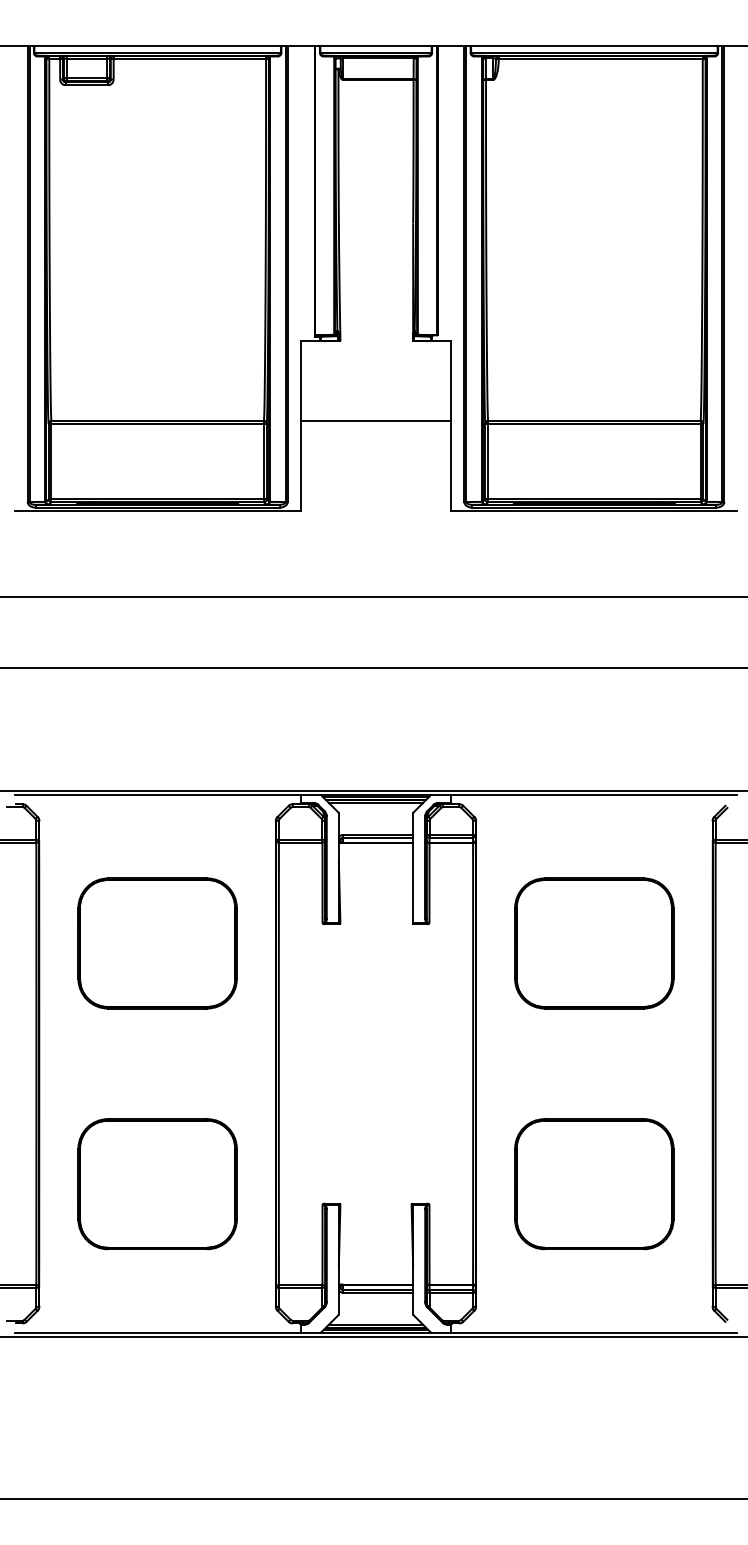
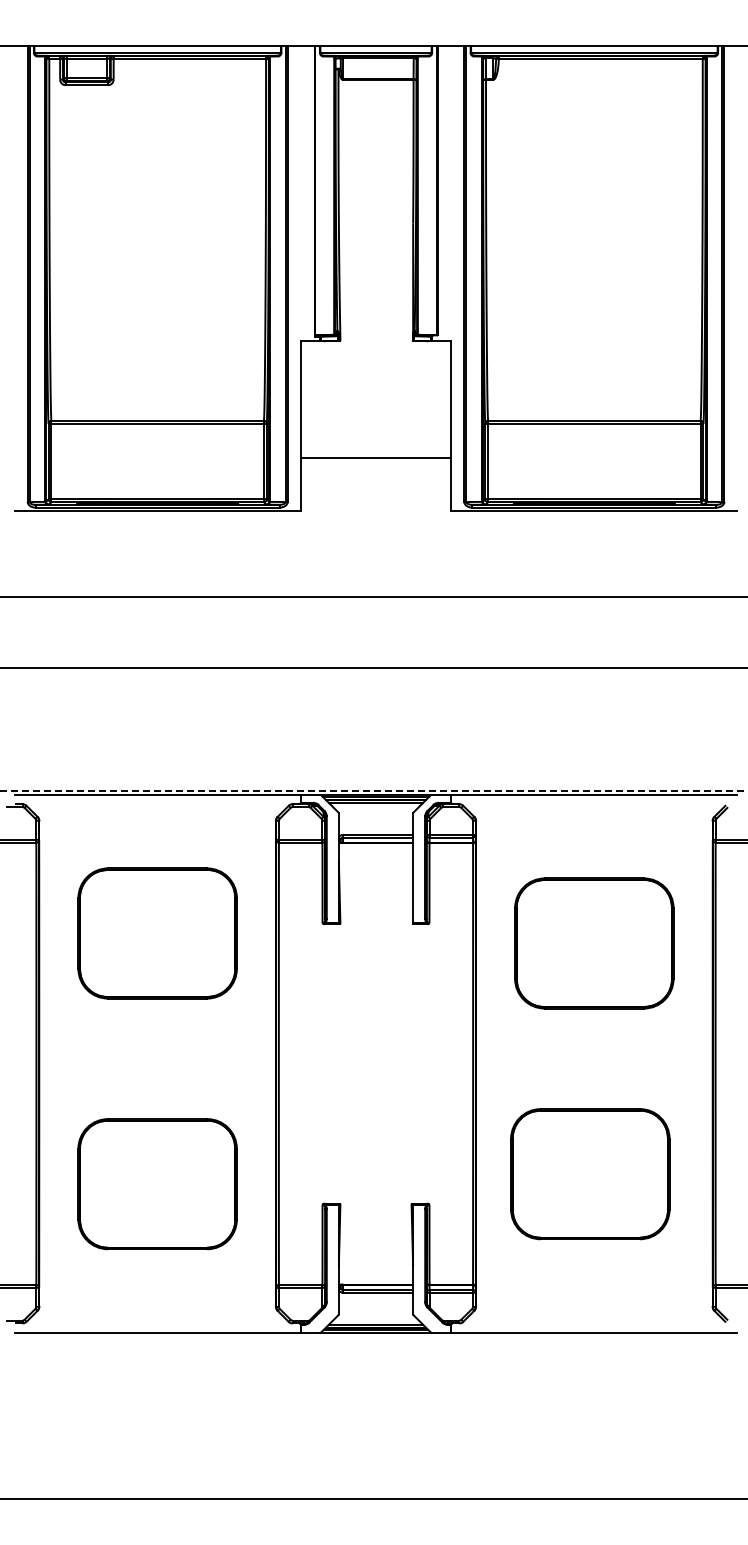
line at (375, 420) position: (375, 420) -> (375, 457)
line at (374, 790): solid -> dashed
part at (157, 943) position: (157, 943) -> (157, 933)
part at (594, 1184) position: (594, 1184) -> (590, 1174)
line at (373, 1337): present -> none
